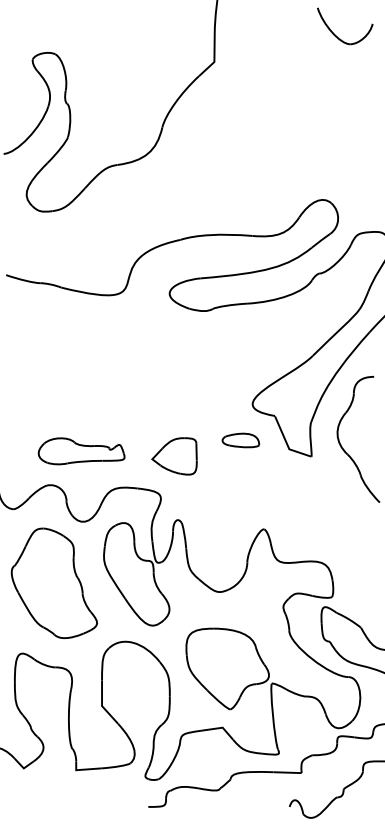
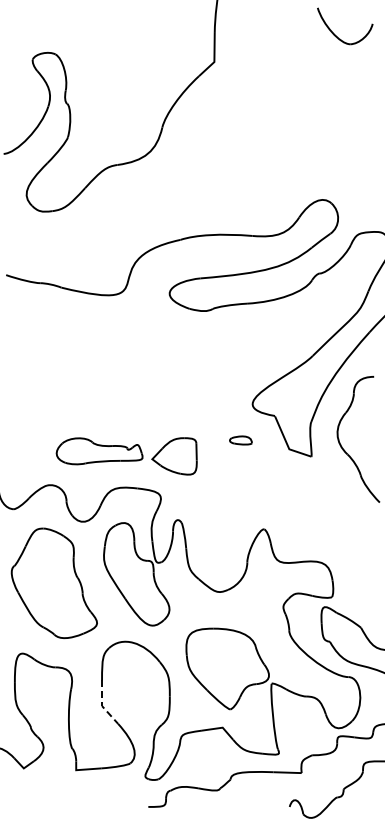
part at (240, 440) size: 40x17 px -> 24x11 px
part at (81, 451) position: (81, 451) -> (99, 451)
line at (102, 706): solid -> dashed
